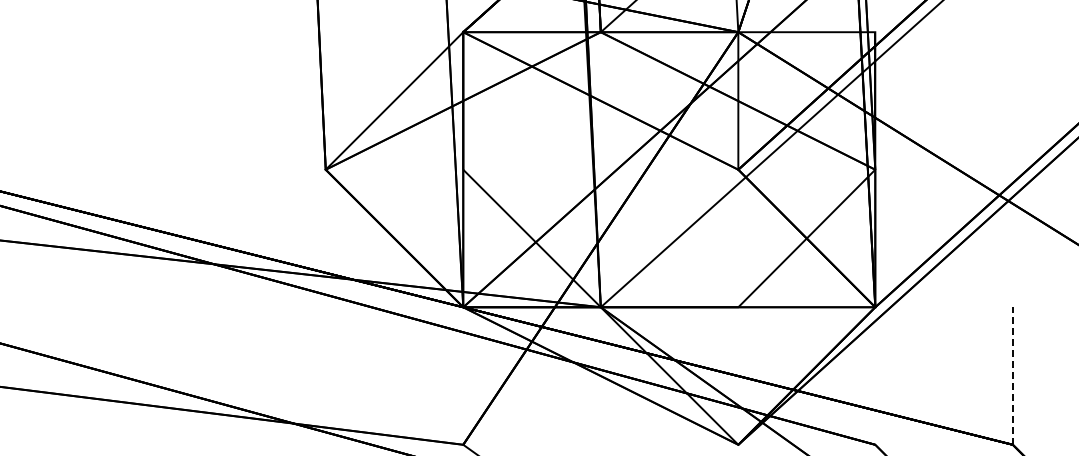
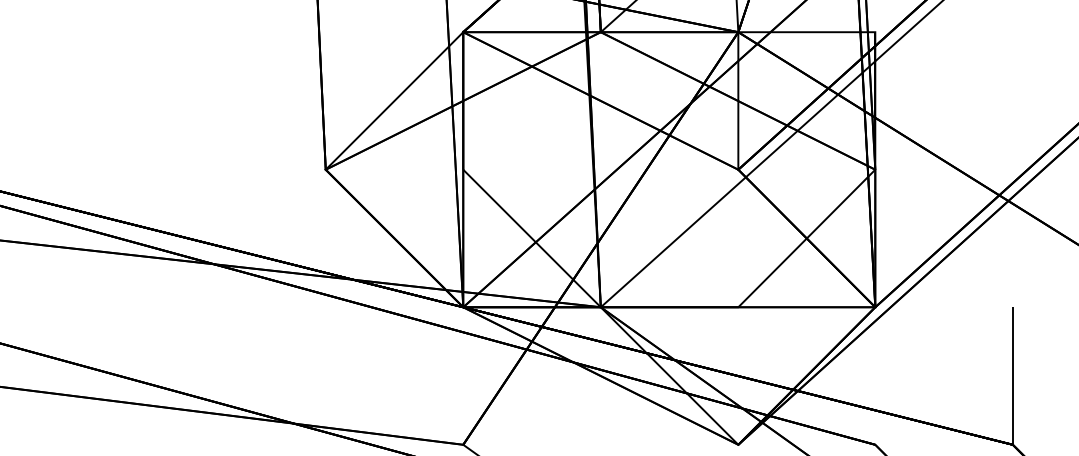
line at (1012, 376): dashed -> solid
